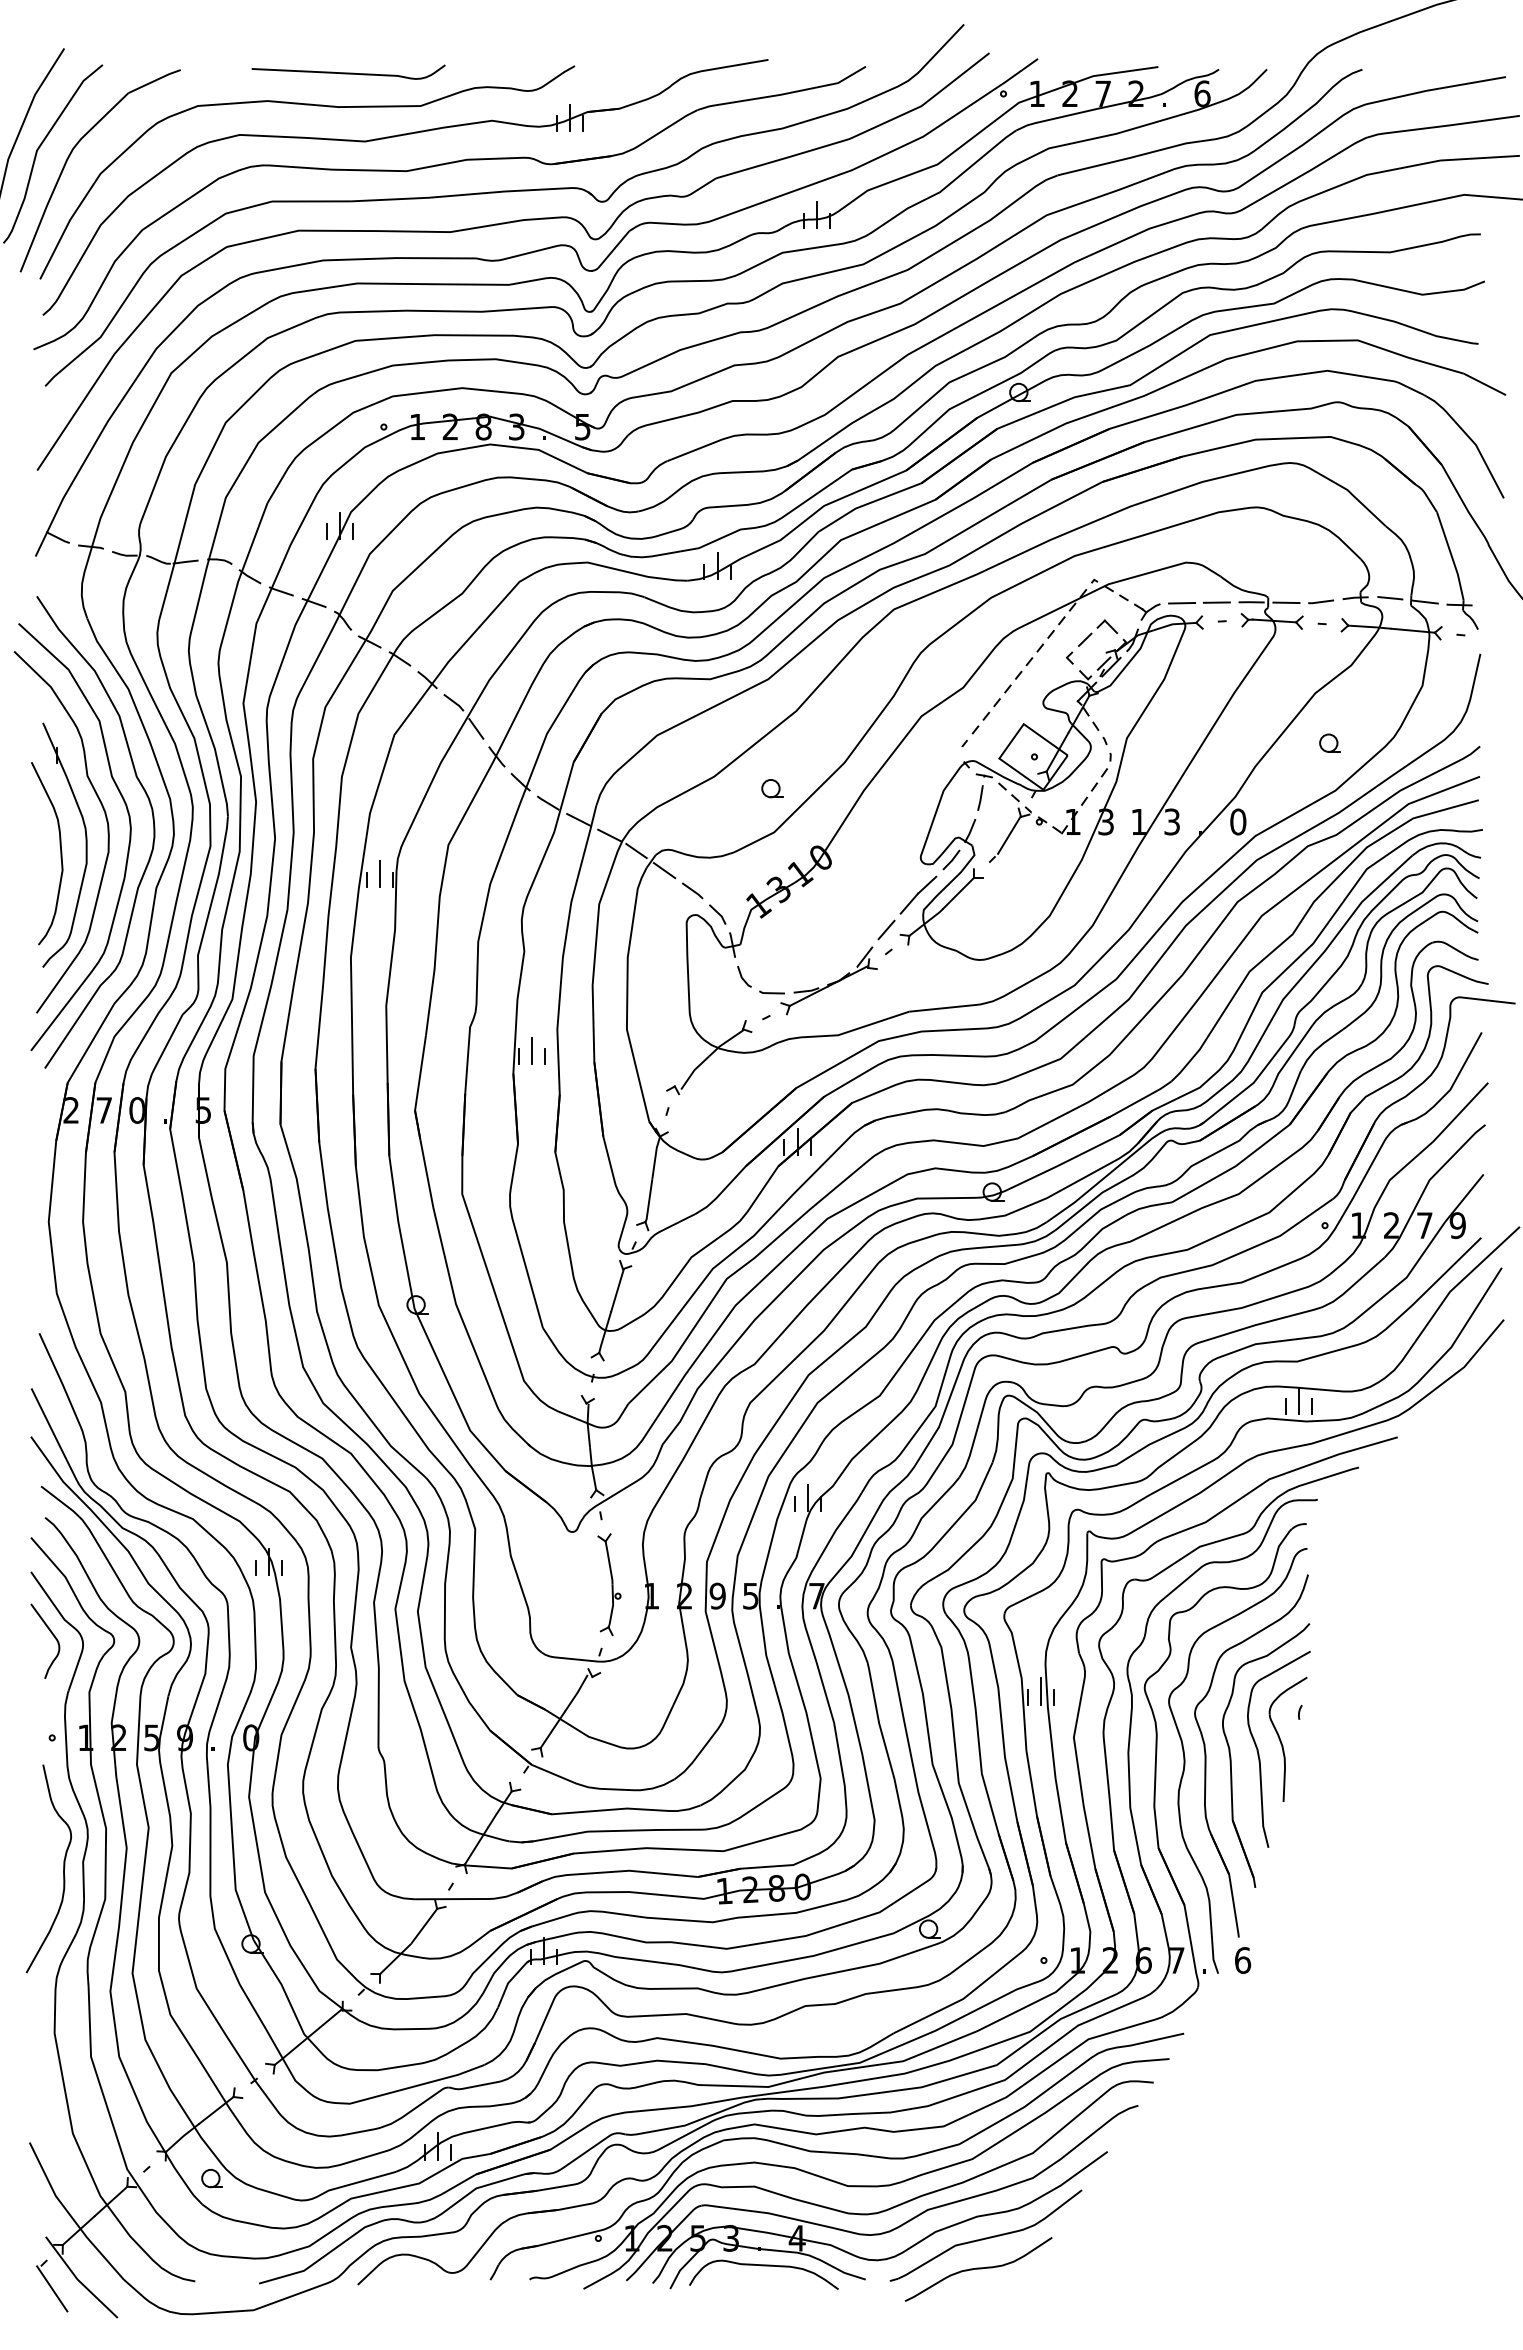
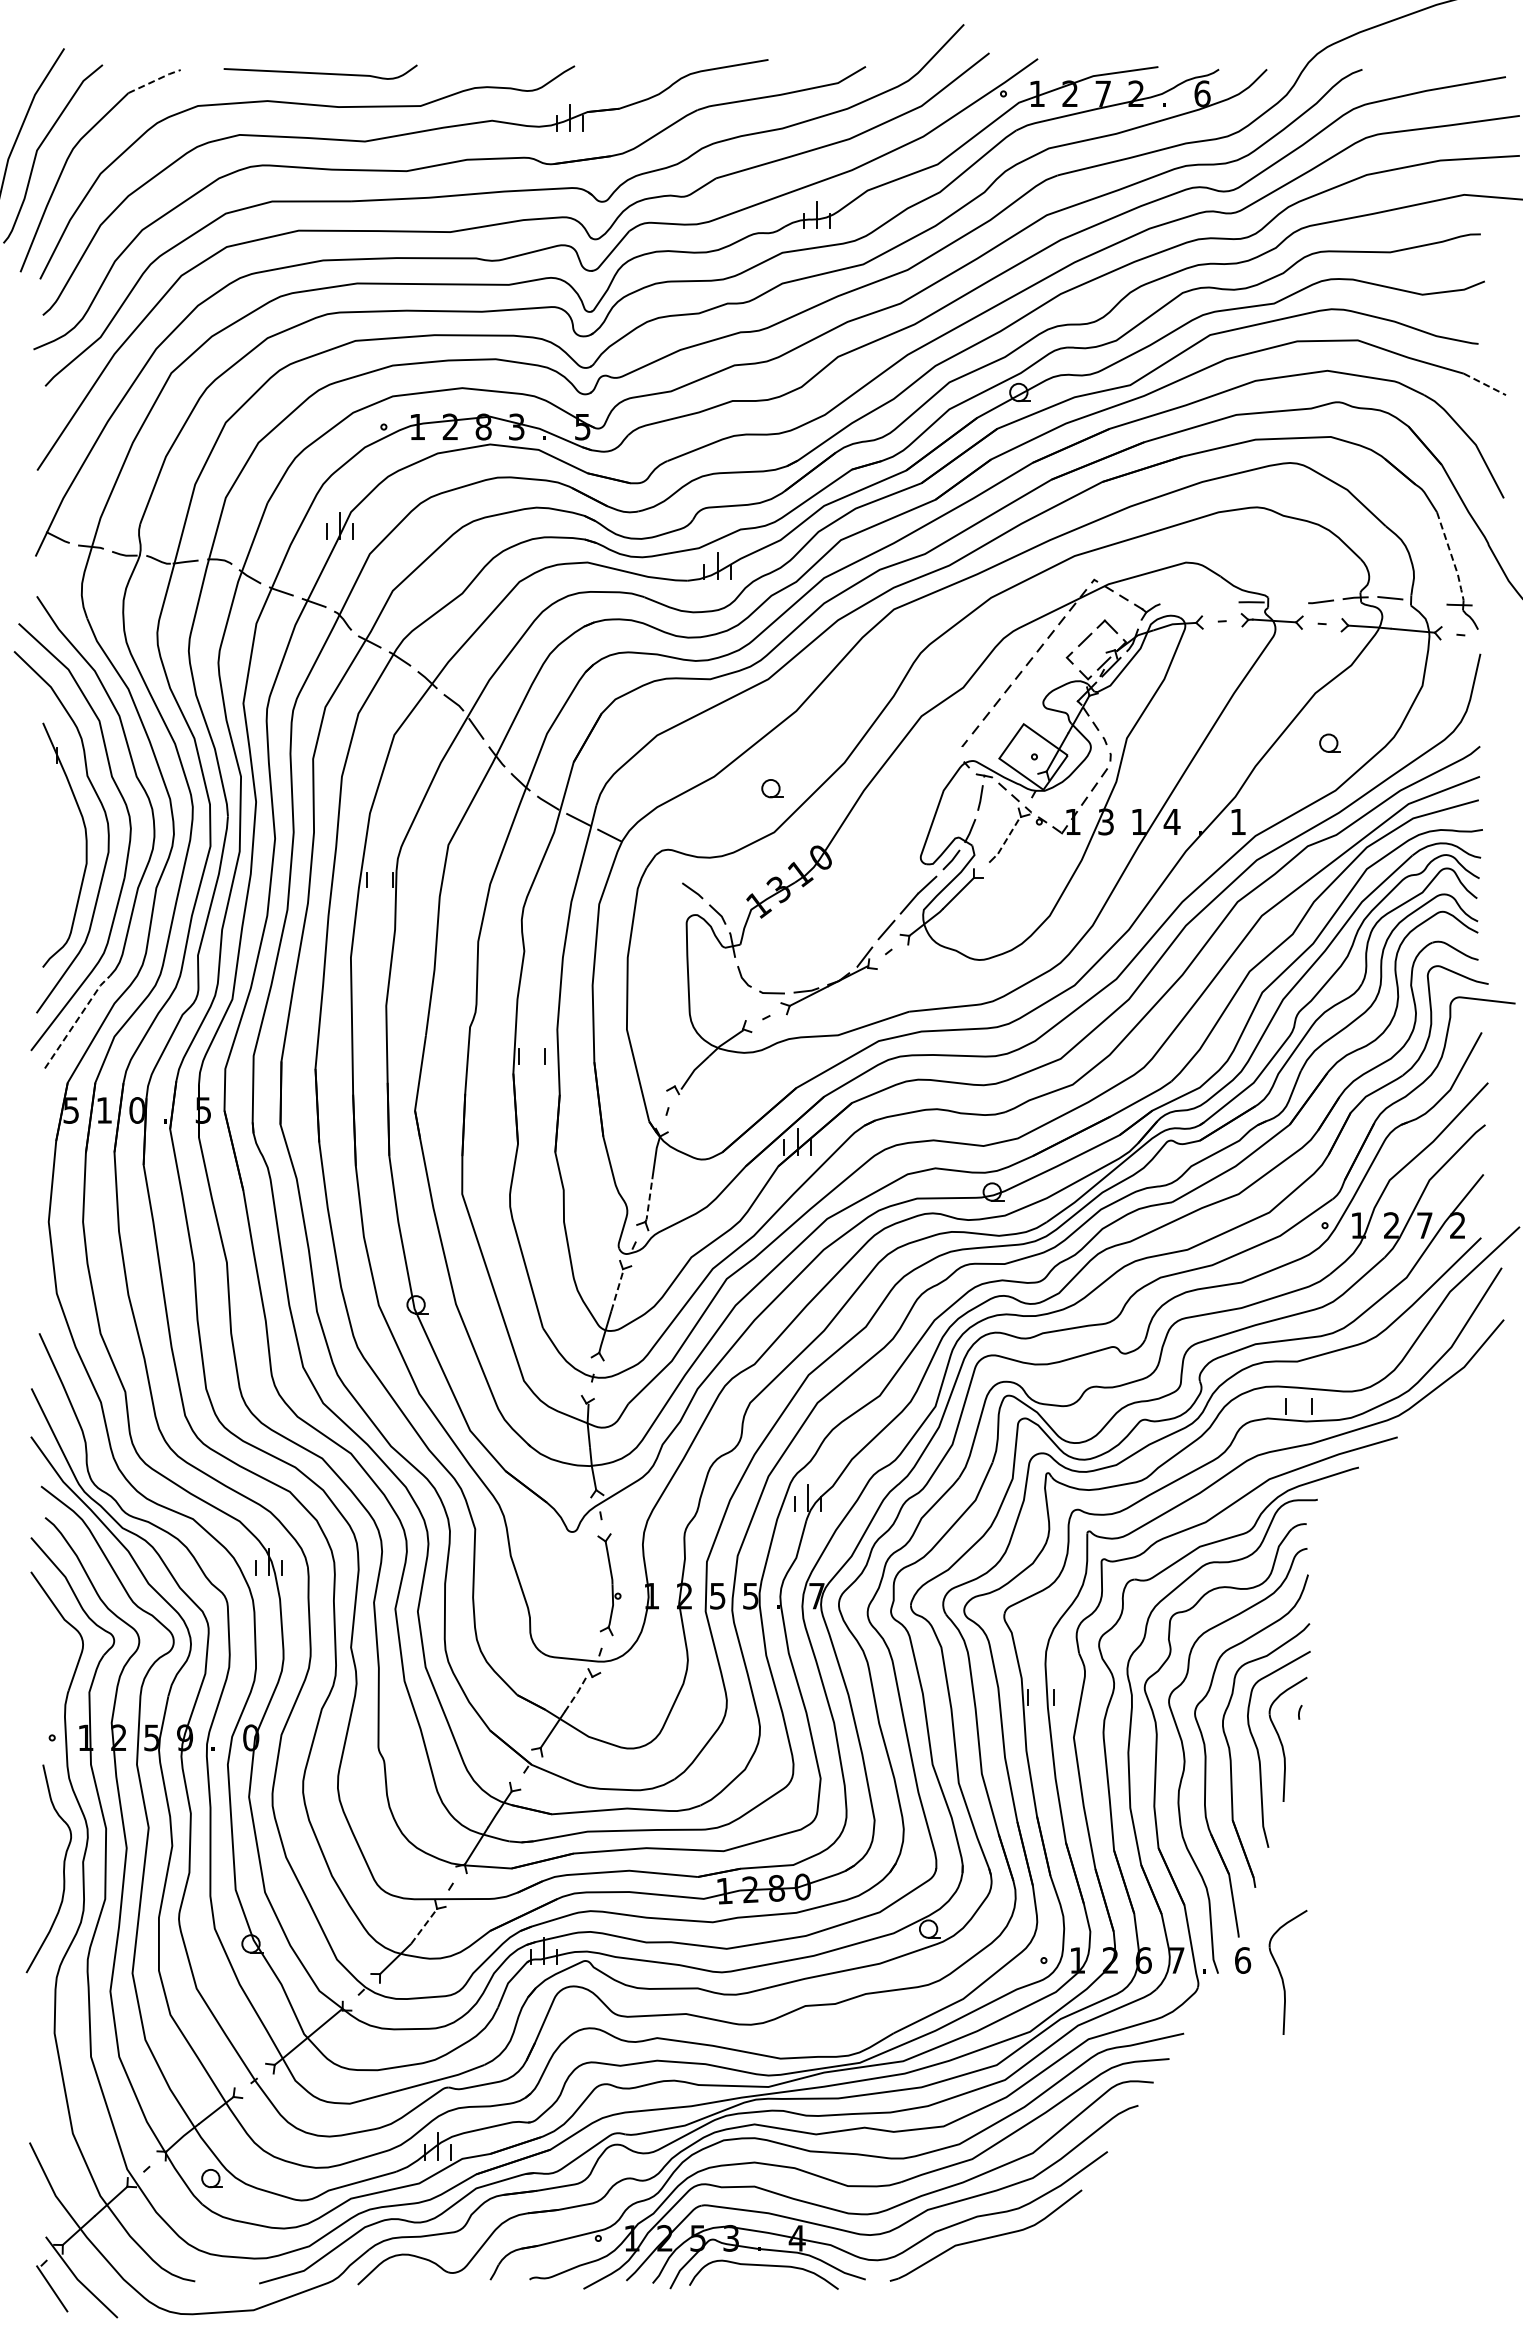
curve at (348, 72) position: (348, 72) -> (320, 72)
line at (155, 80): solid -> dashed
line at (1484, 384): solid -> dashed
line at (1452, 557): solid -> dashed
line at (1424, 601): present -> none
line at (1216, 602): present -> none
line at (1286, 602): present -> none
line at (1182, 603): present -> none
text at (1171, 821): 3 -> 4
text at (1238, 821): 0 -> 1
line at (1009, 835): solid -> dashed
line at (636, 850): present -> none
curve at (60, 853): present -> none
line at (664, 870): present -> none
line at (380, 874): present -> none
line at (77, 1020): solid -> dashed
line at (531, 1050): present -> none
text at (70, 1110): 2 -> 5
text at (103, 1110): 7 -> 1
line at (649, 1200): solid -> dashed
text at (1457, 1225): 9 -> 2
line at (617, 1290): solid -> dashed
line at (1298, 1400): present -> none
text at (717, 1595): 9 -> 5
curve at (52, 1635): present -> none
line at (1041, 1691): present -> none
line at (577, 1693): solid -> dashed
line at (424, 1925): solid -> dashed
part at (1281, 1973): none -> present
curve at (978, 2269): present -> none
